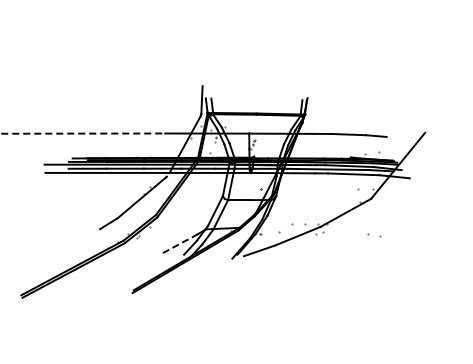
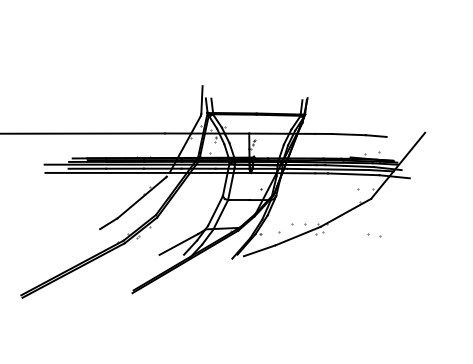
line at (83, 133): dashed -> solid
line at (178, 244): dashed -> solid
